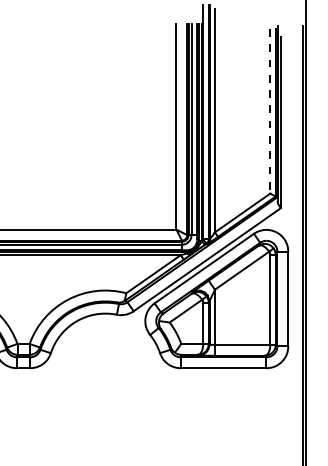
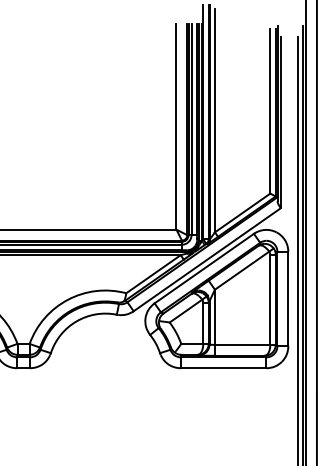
line at (270, 111): dashed -> solid
line at (316, 232): none -> present
line at (297, 249): none -> present
